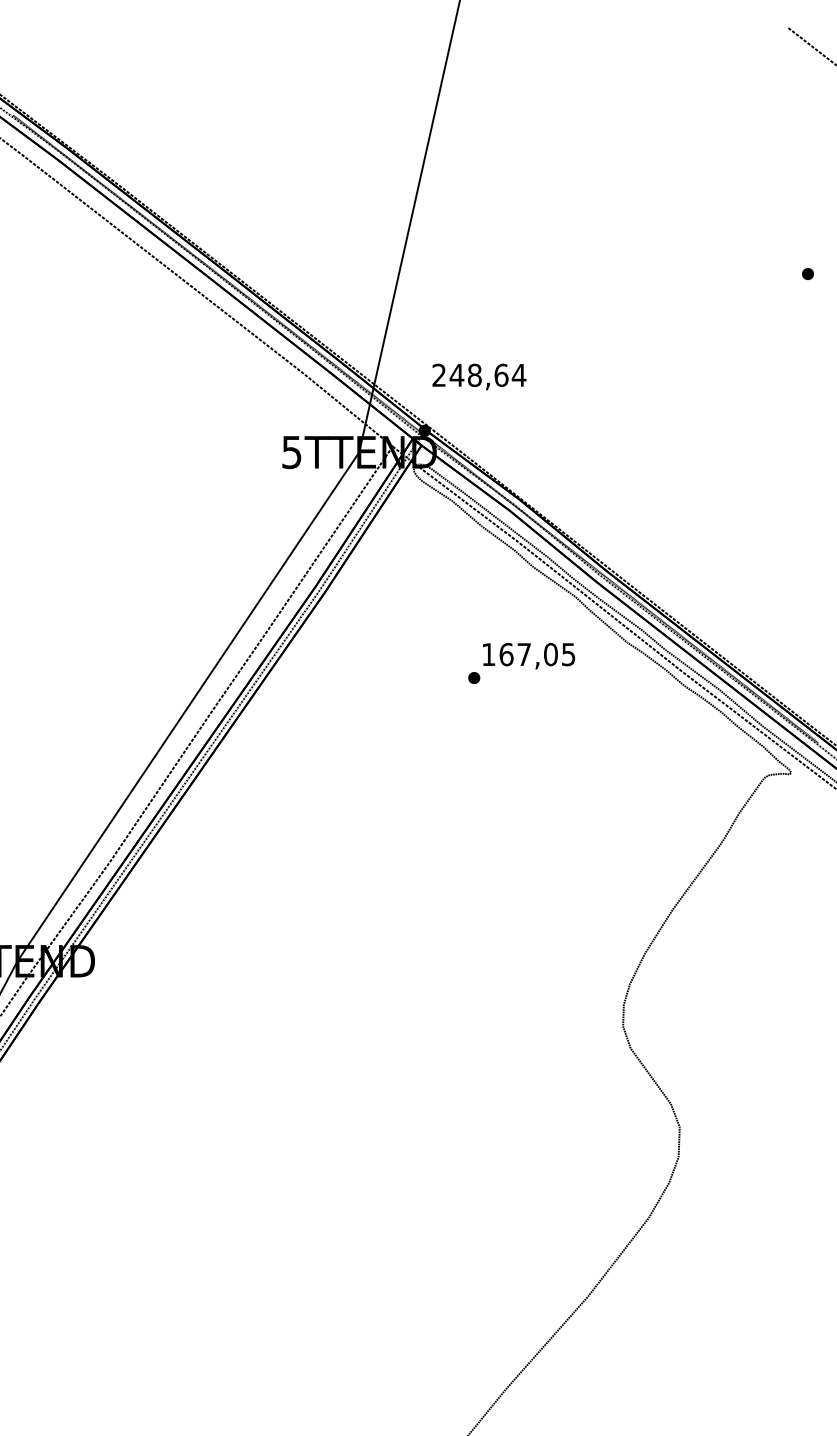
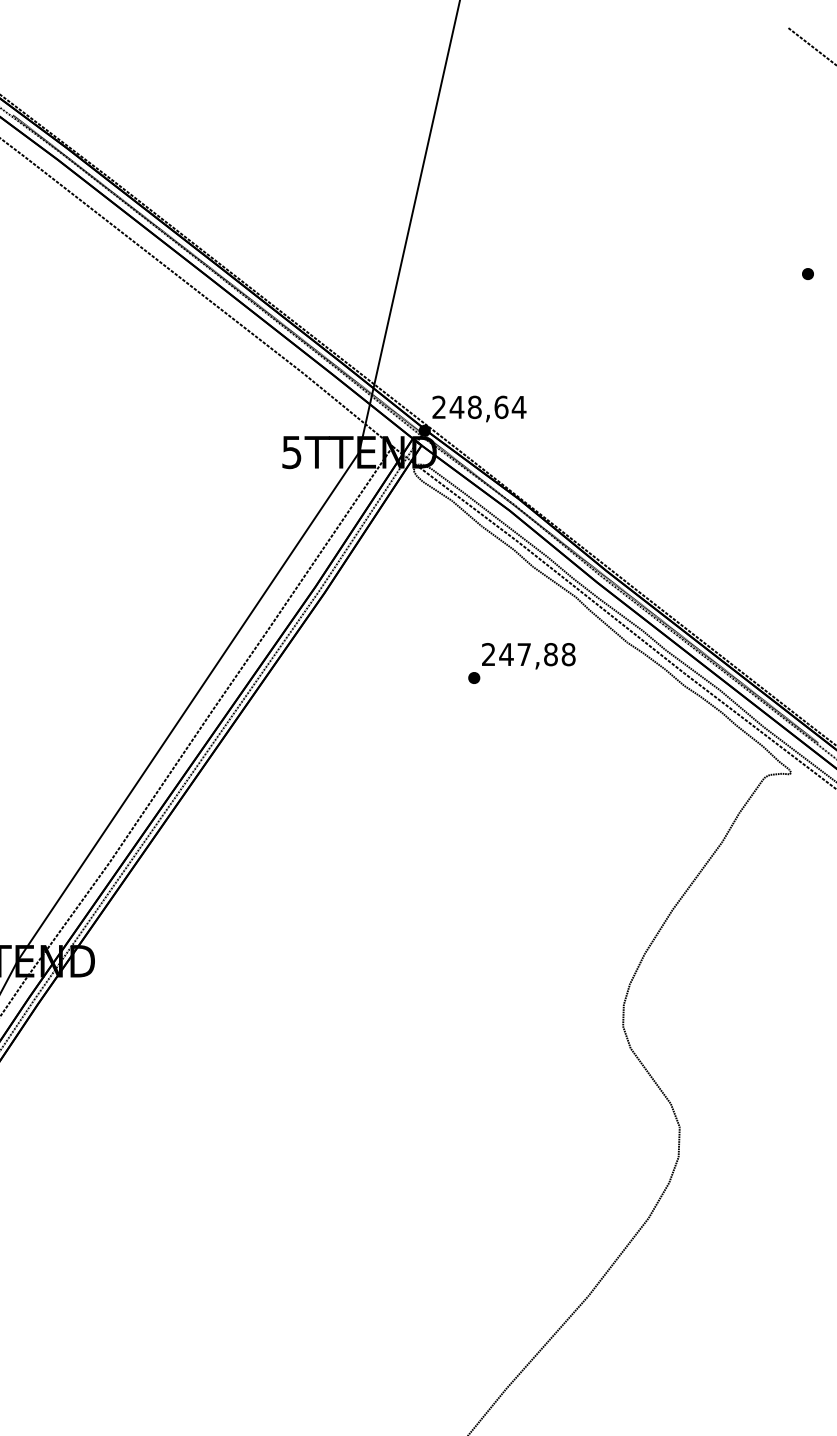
text at (479, 376) position: (479, 376) -> (479, 408)
text at (528, 654): 167,05 -> 247,88
